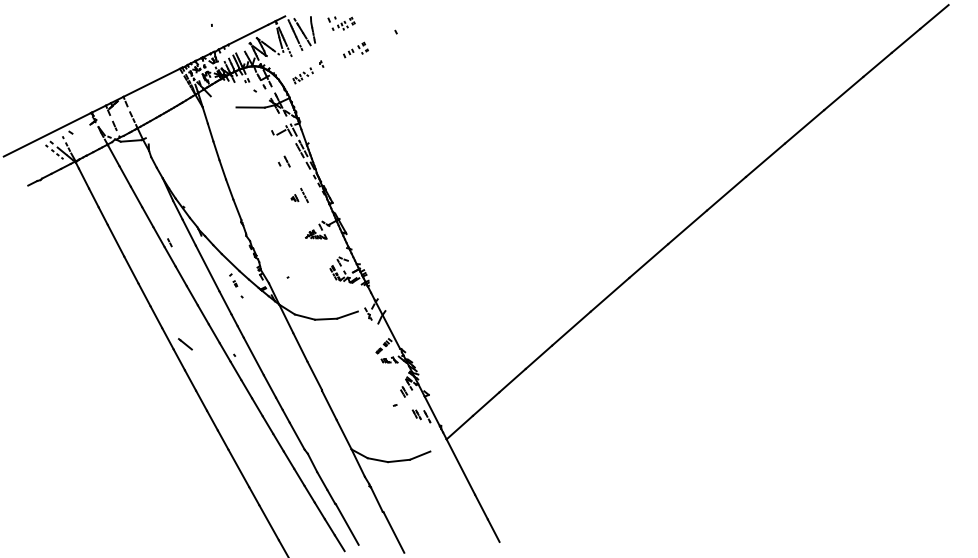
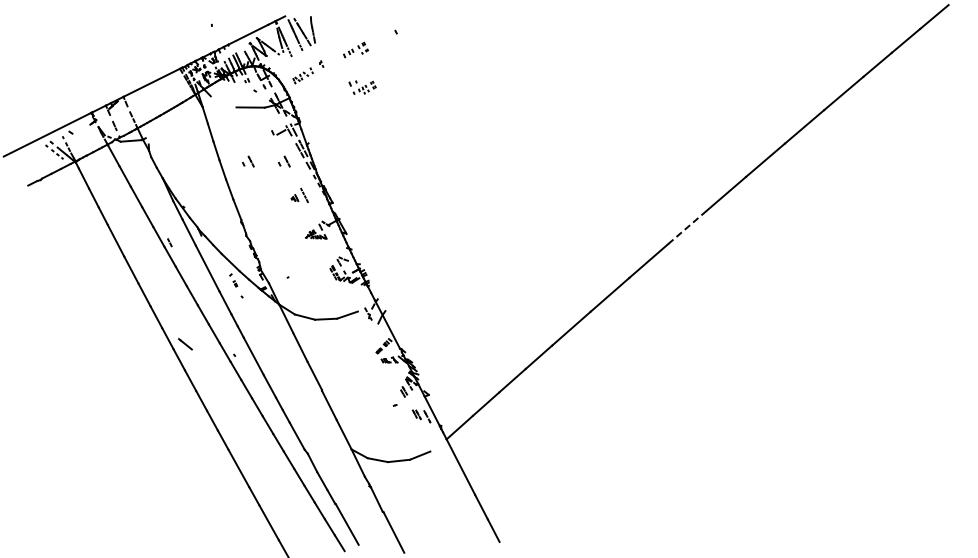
part at (341, 23) position: (341, 23) -> (362, 87)
part at (248, 161): none -> present
line at (687, 227): solid -> dashed
